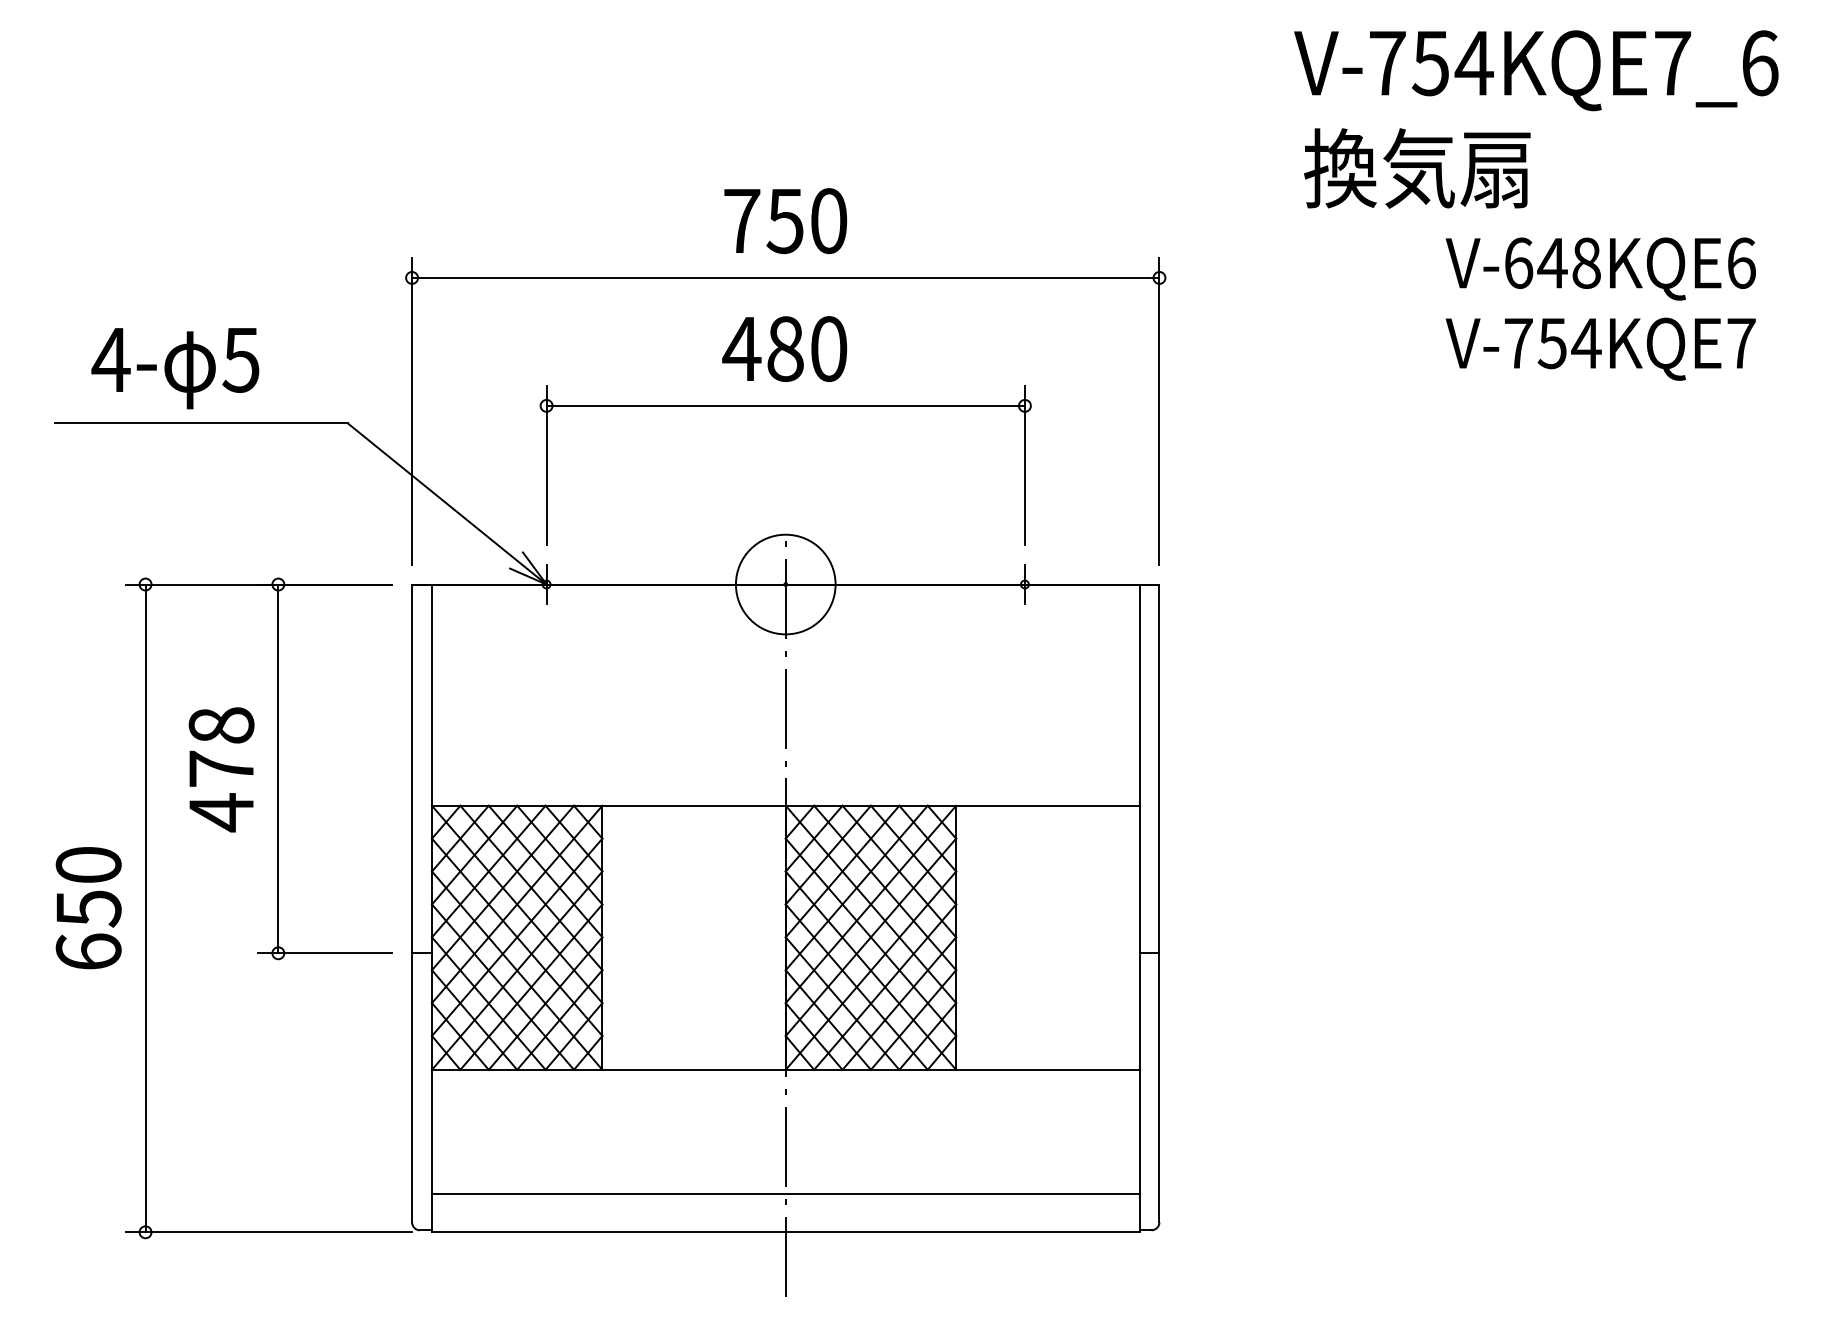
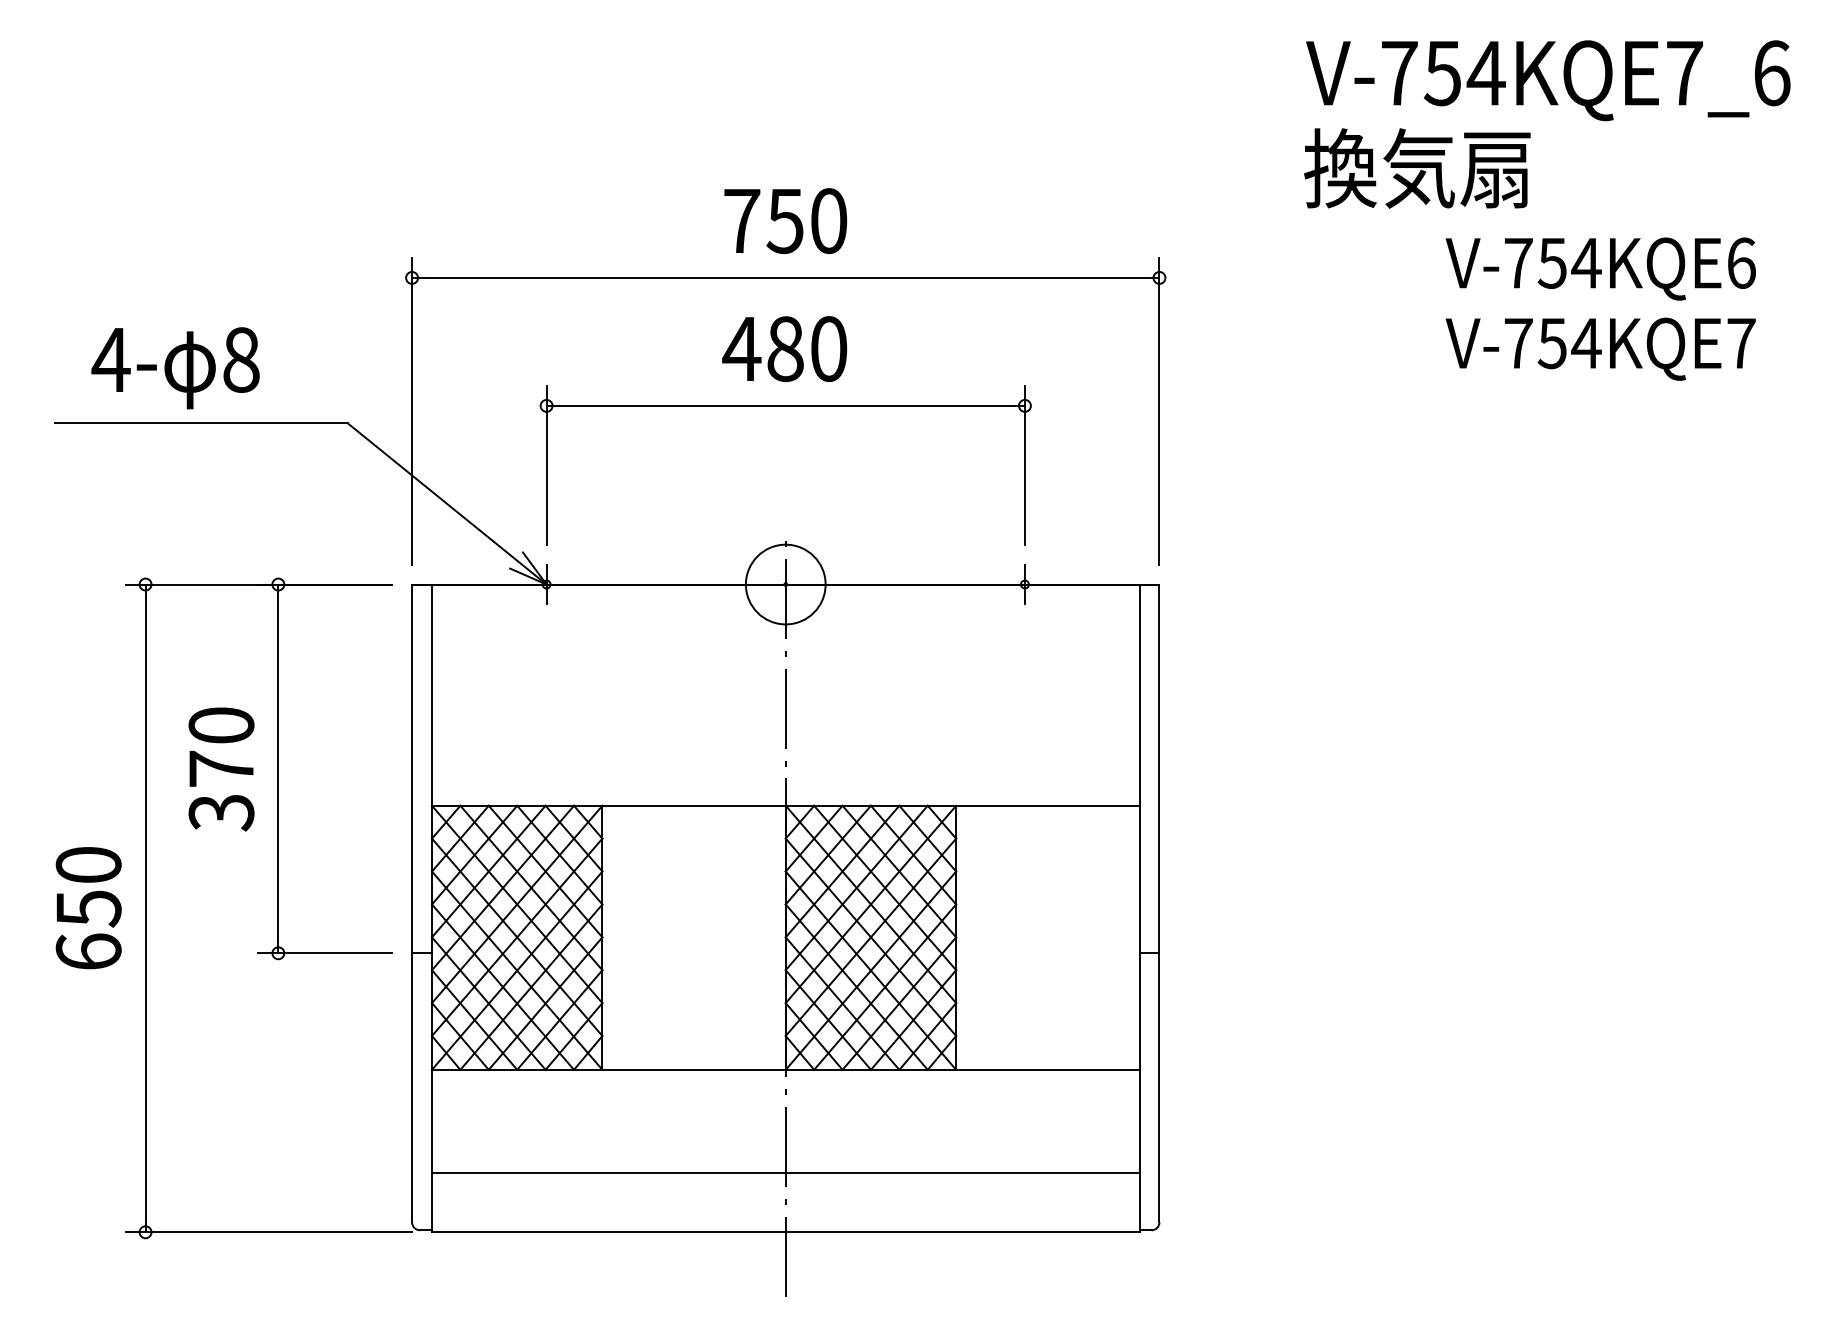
text at (1536, 70) position: (1536, 70) -> (1548, 80)
text at (1553, 262): V-648KQE6 -> V-754KQE6
text at (240, 359): 5 -> 8
circle at (785, 584) diameter: 100 px -> 80 px
text at (221, 769): 478 -> 370
line at (785, 1193) position: (785, 1193) -> (785, 1172)
